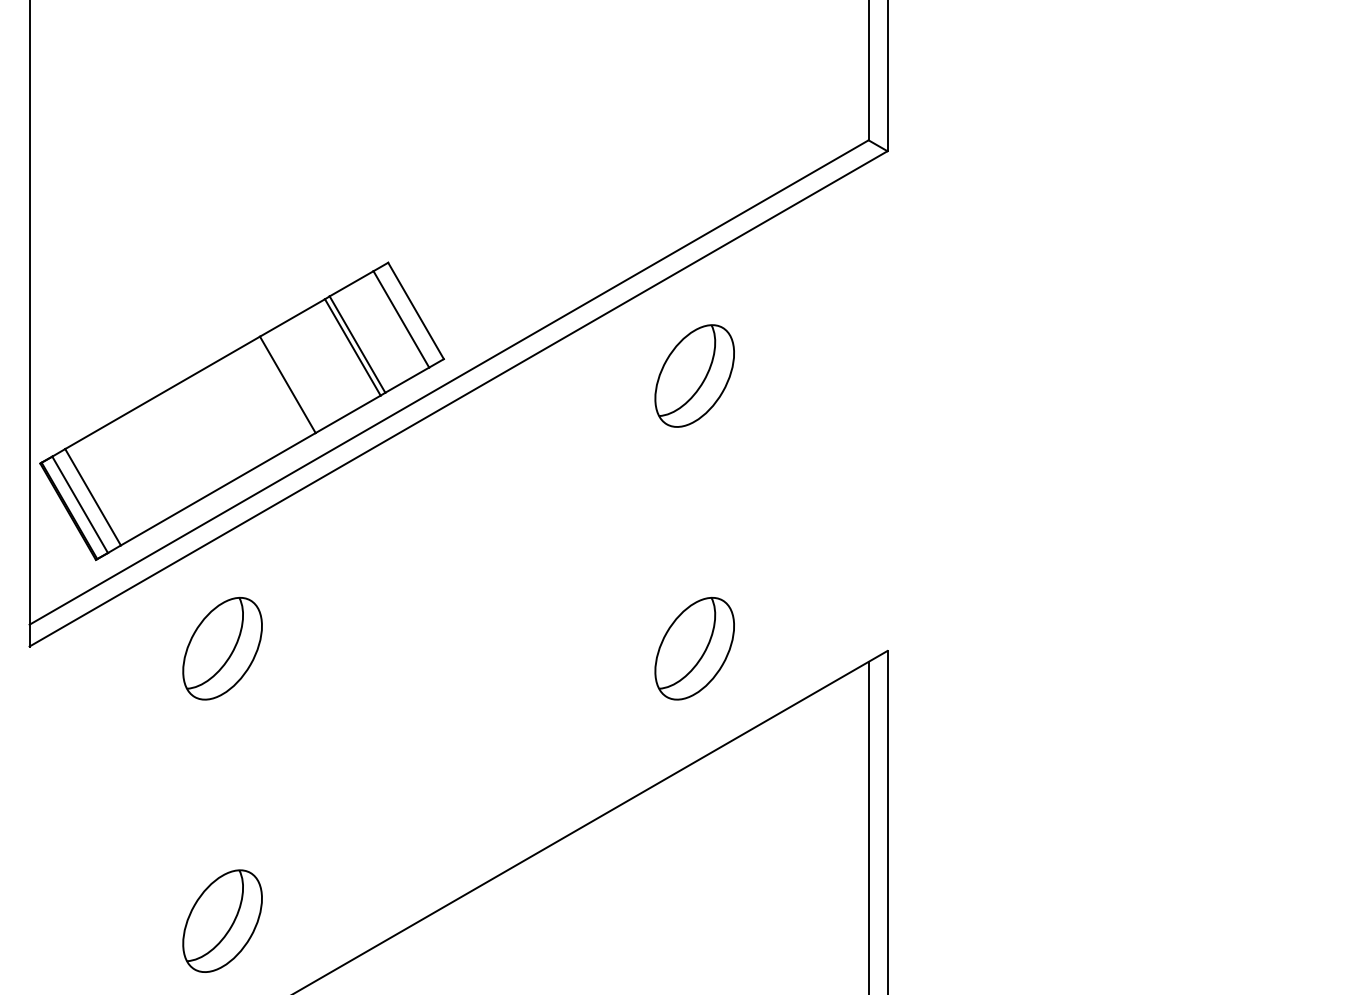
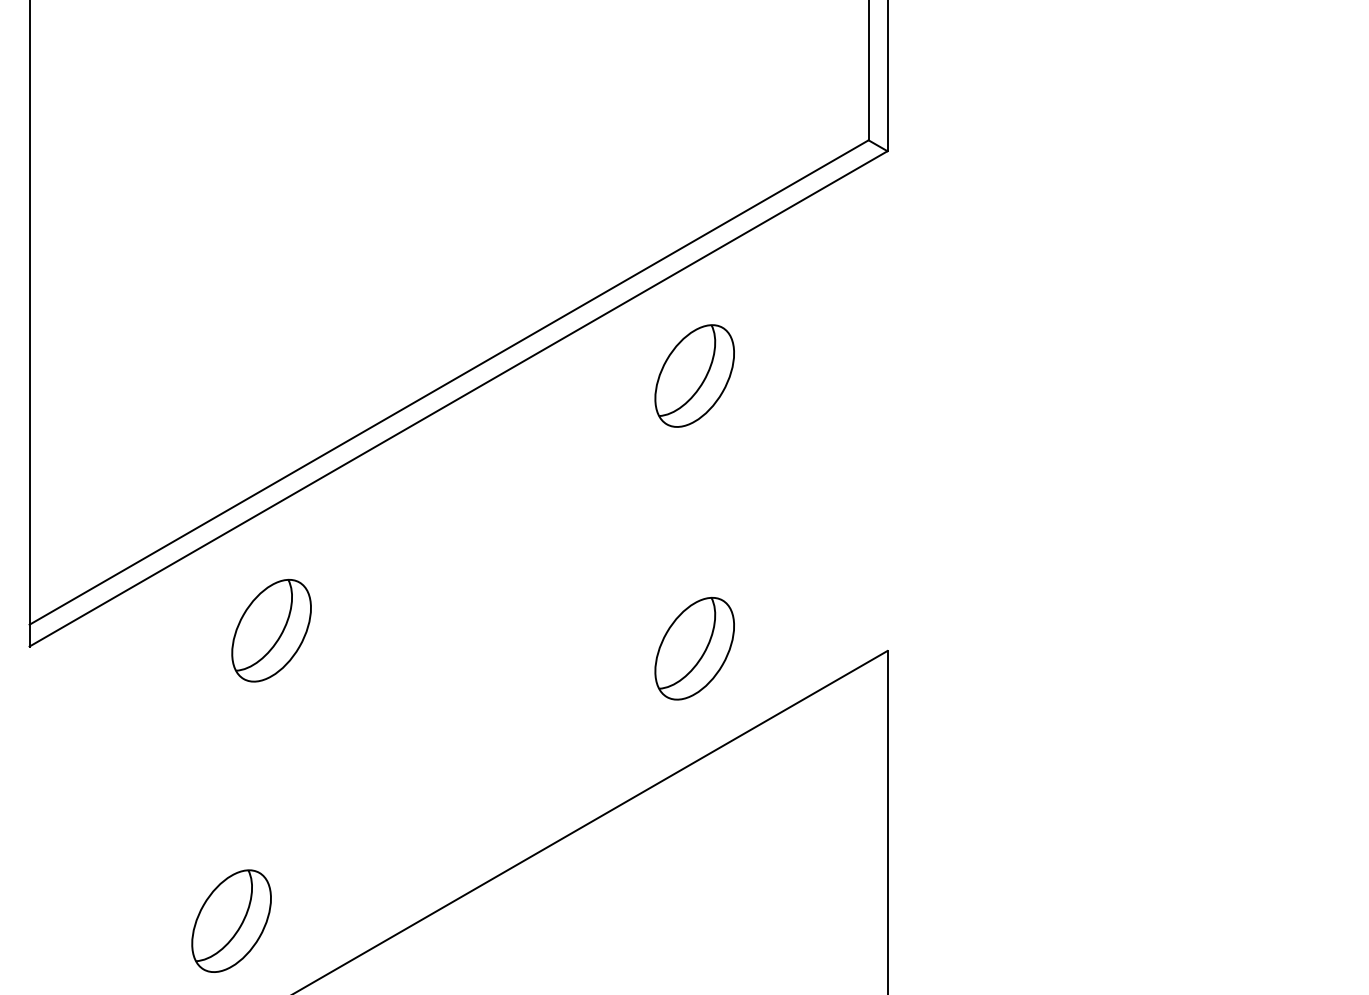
part at (241, 411): present -> none
part at (222, 648) position: (222, 648) -> (271, 630)
line at (868, 826): present -> none
part at (222, 920) position: (222, 920) -> (231, 920)
